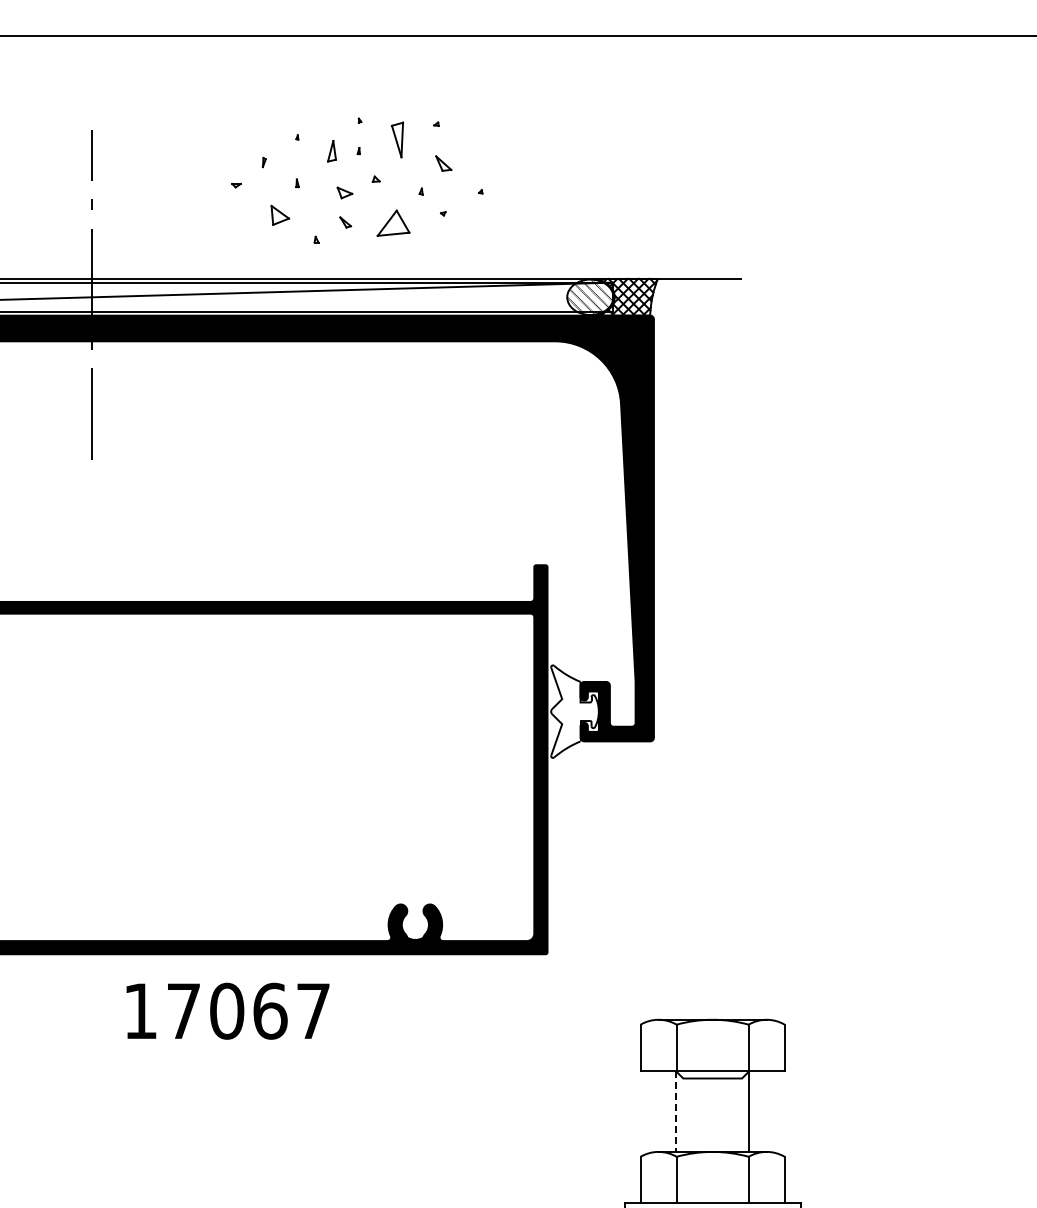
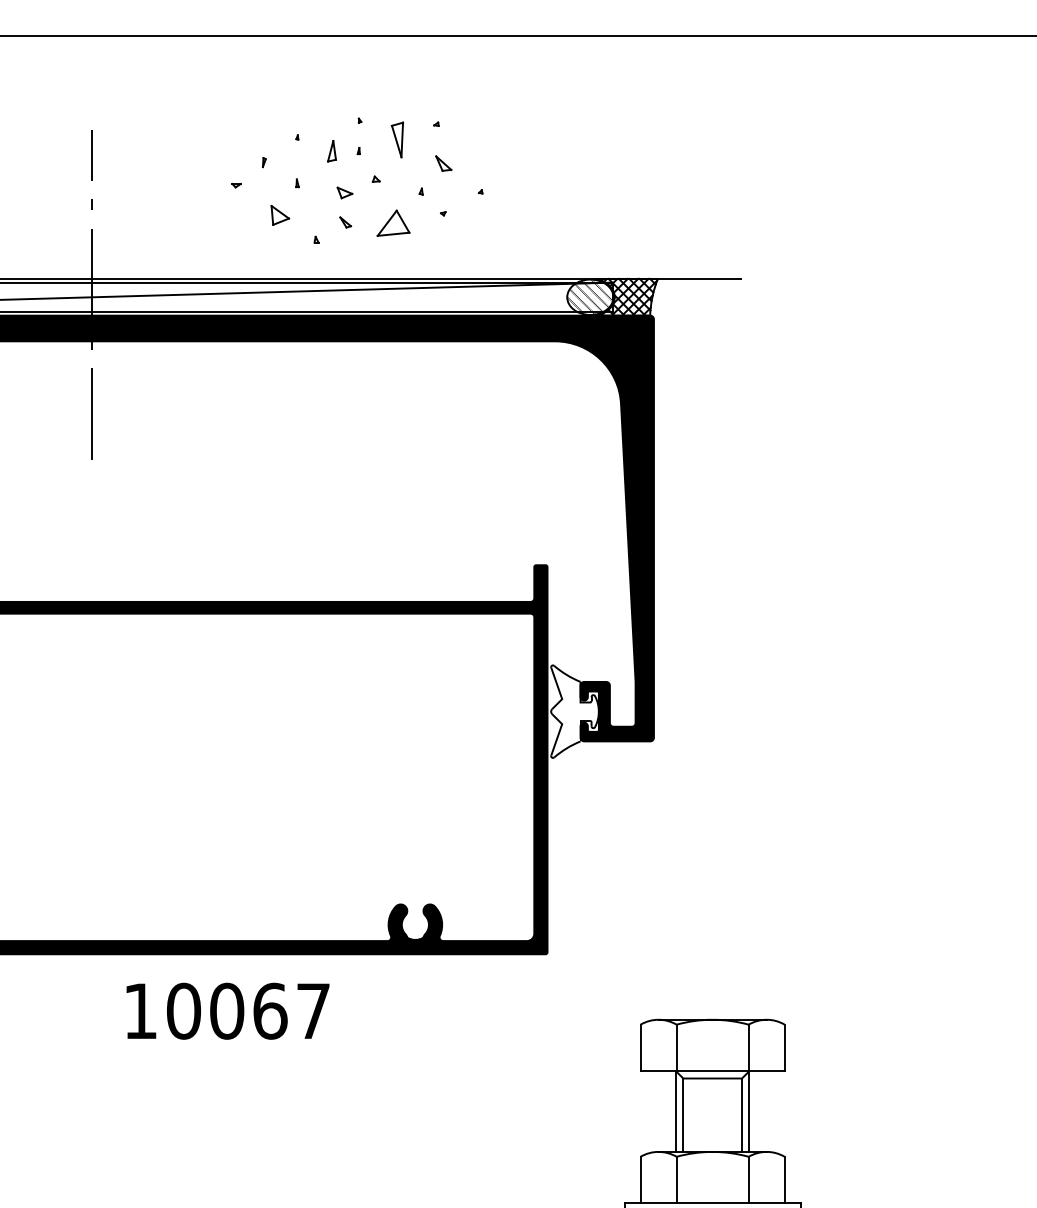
text at (184, 1010): 17067 -> 10067
line at (675, 1112): dashed -> solid
line at (683, 1114): none -> present
line at (742, 1114): none -> present
